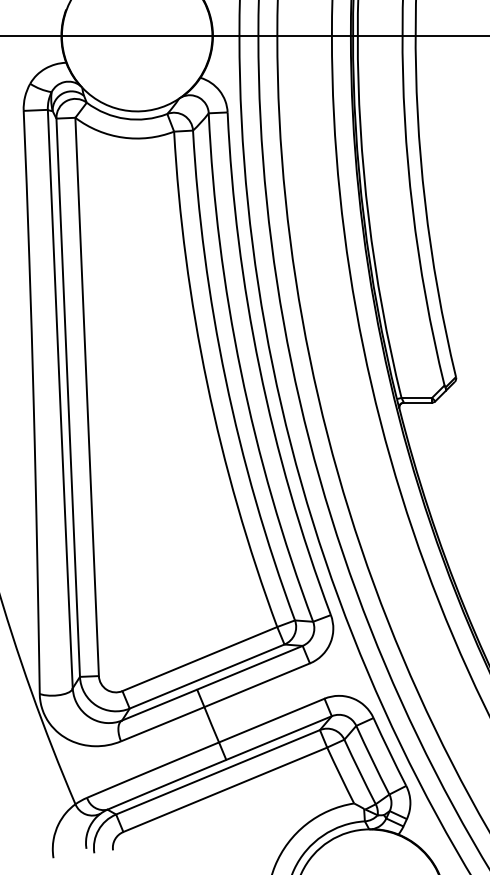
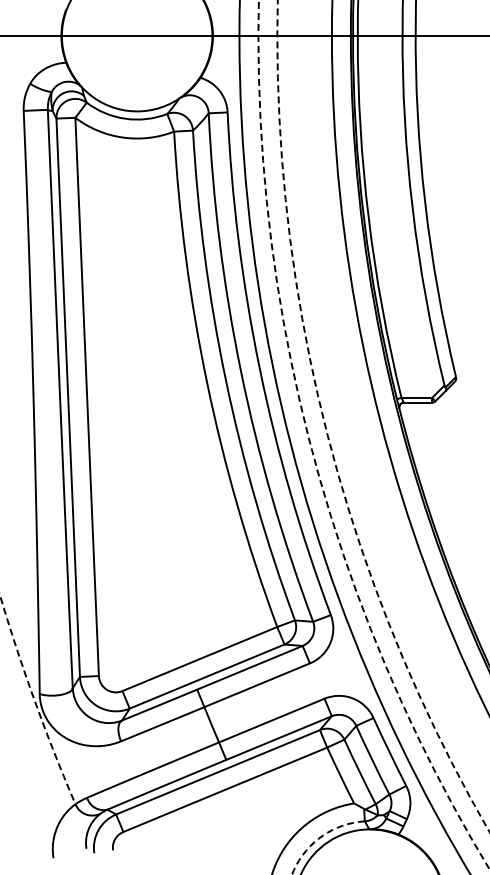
circle at (383, 416): solid -> dashed
circle at (373, 434): solid -> dashed
arc at (34, 700): solid -> dashed
arc at (320, 837): solid -> dashed
